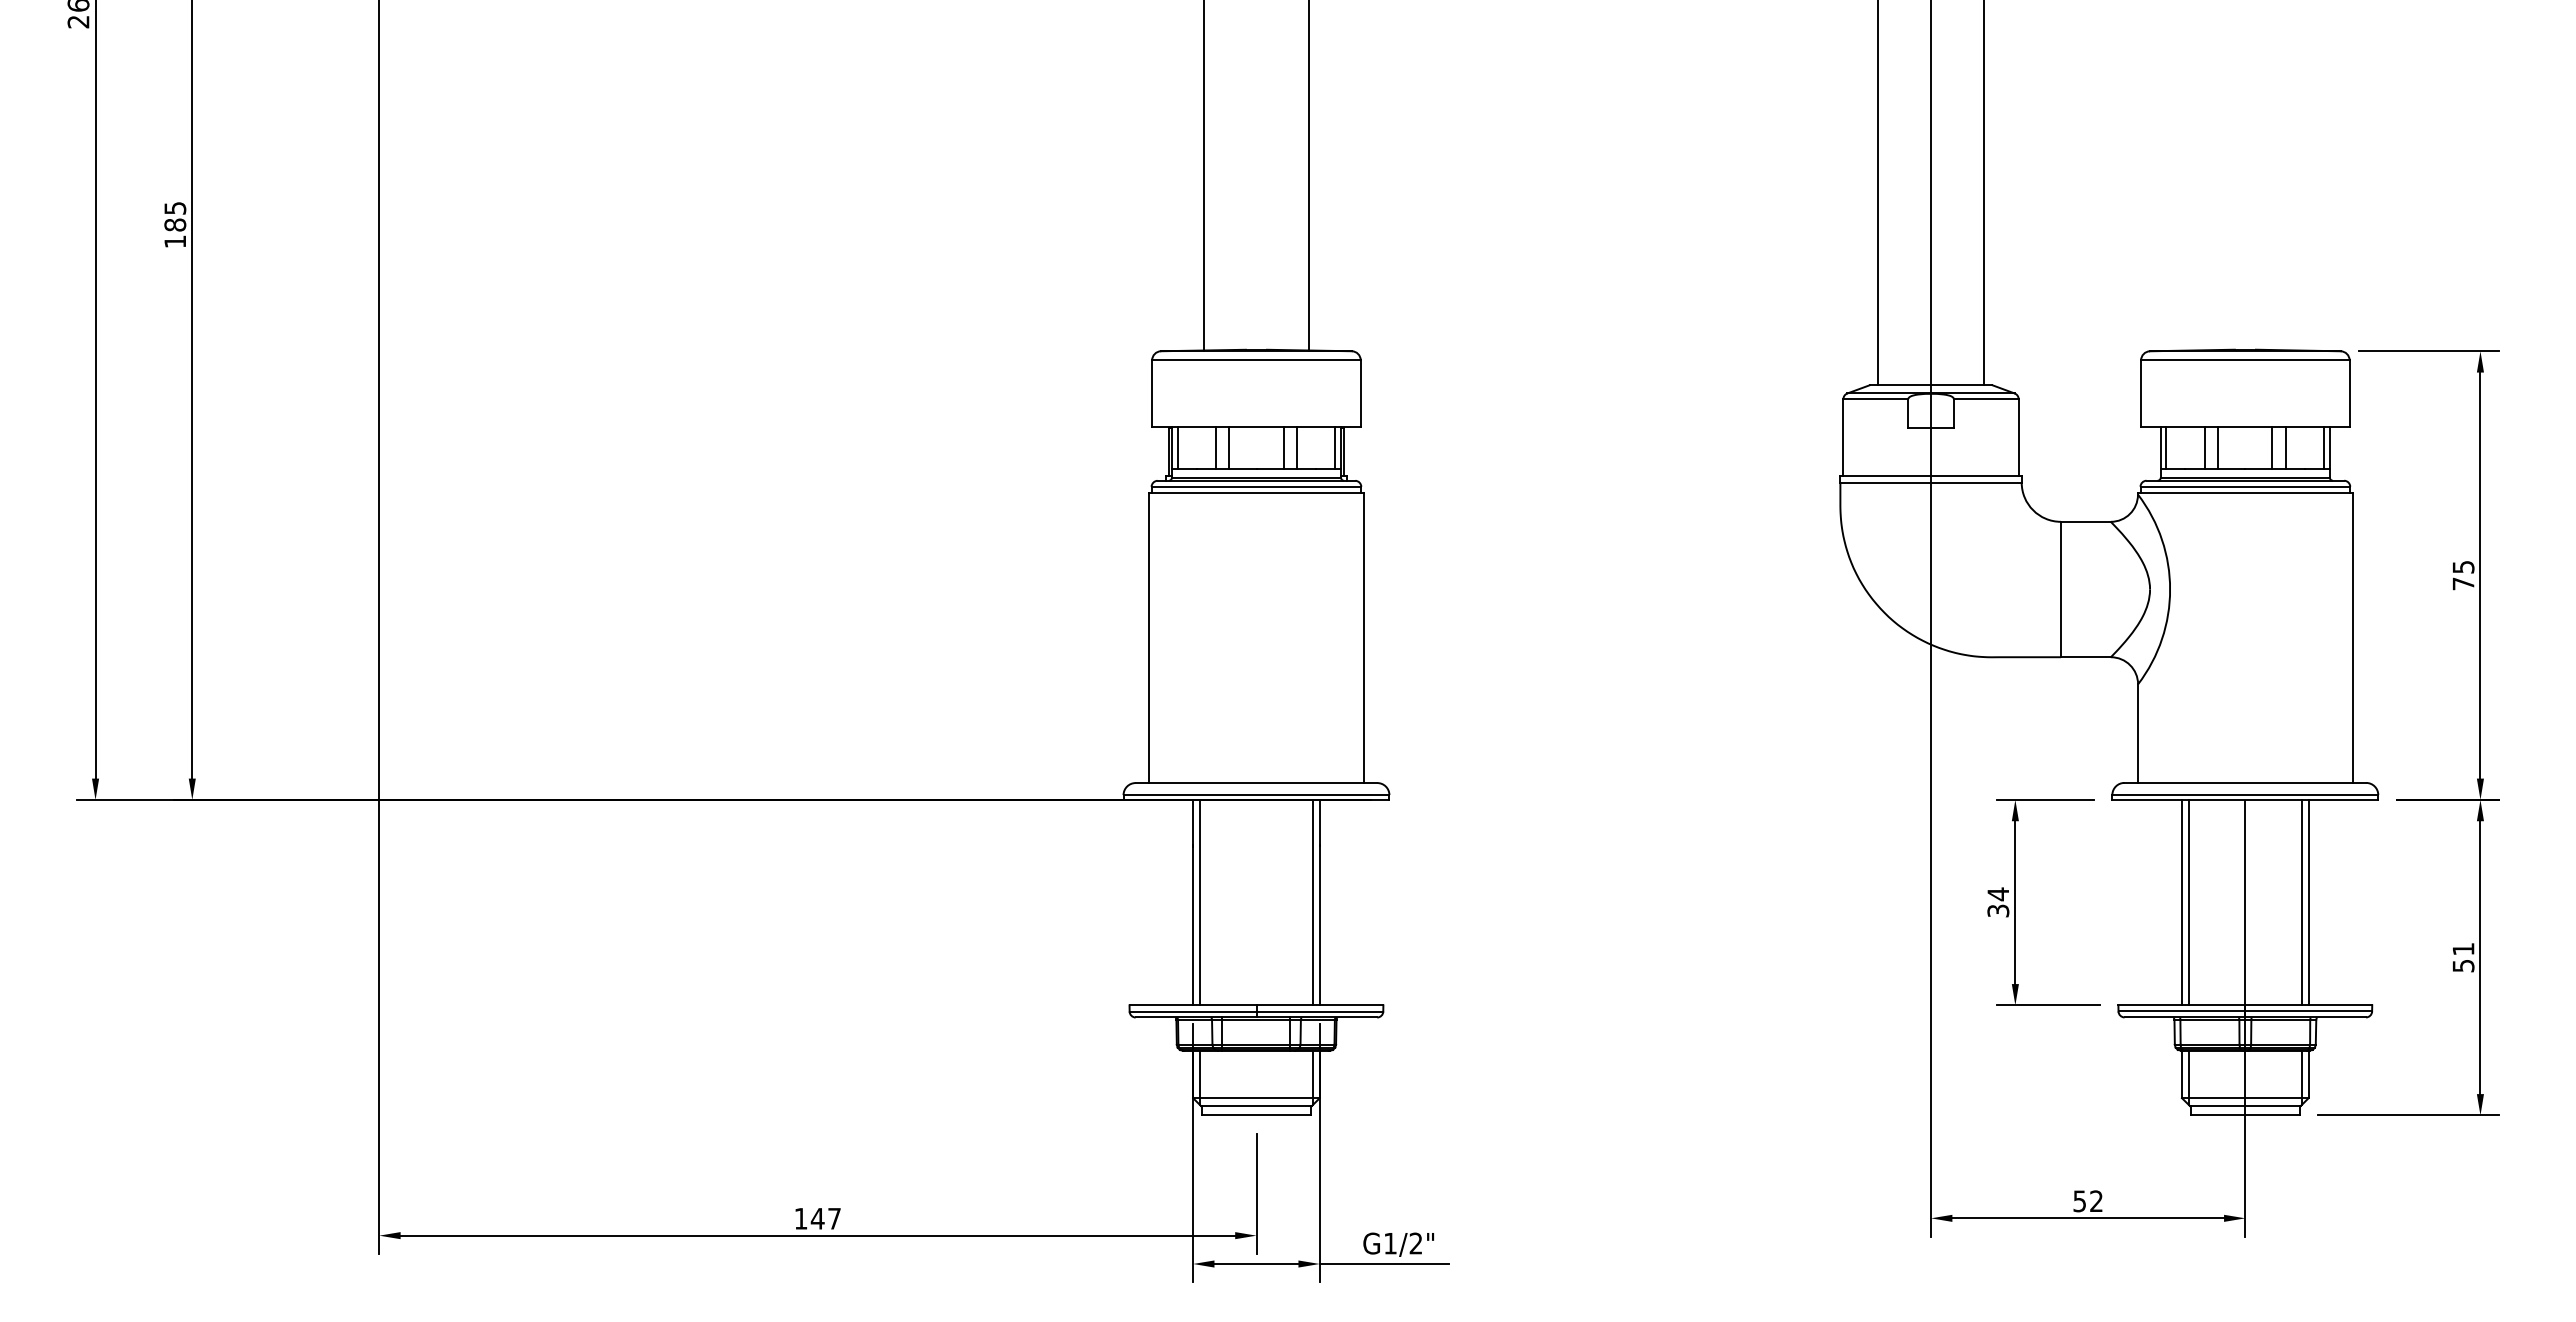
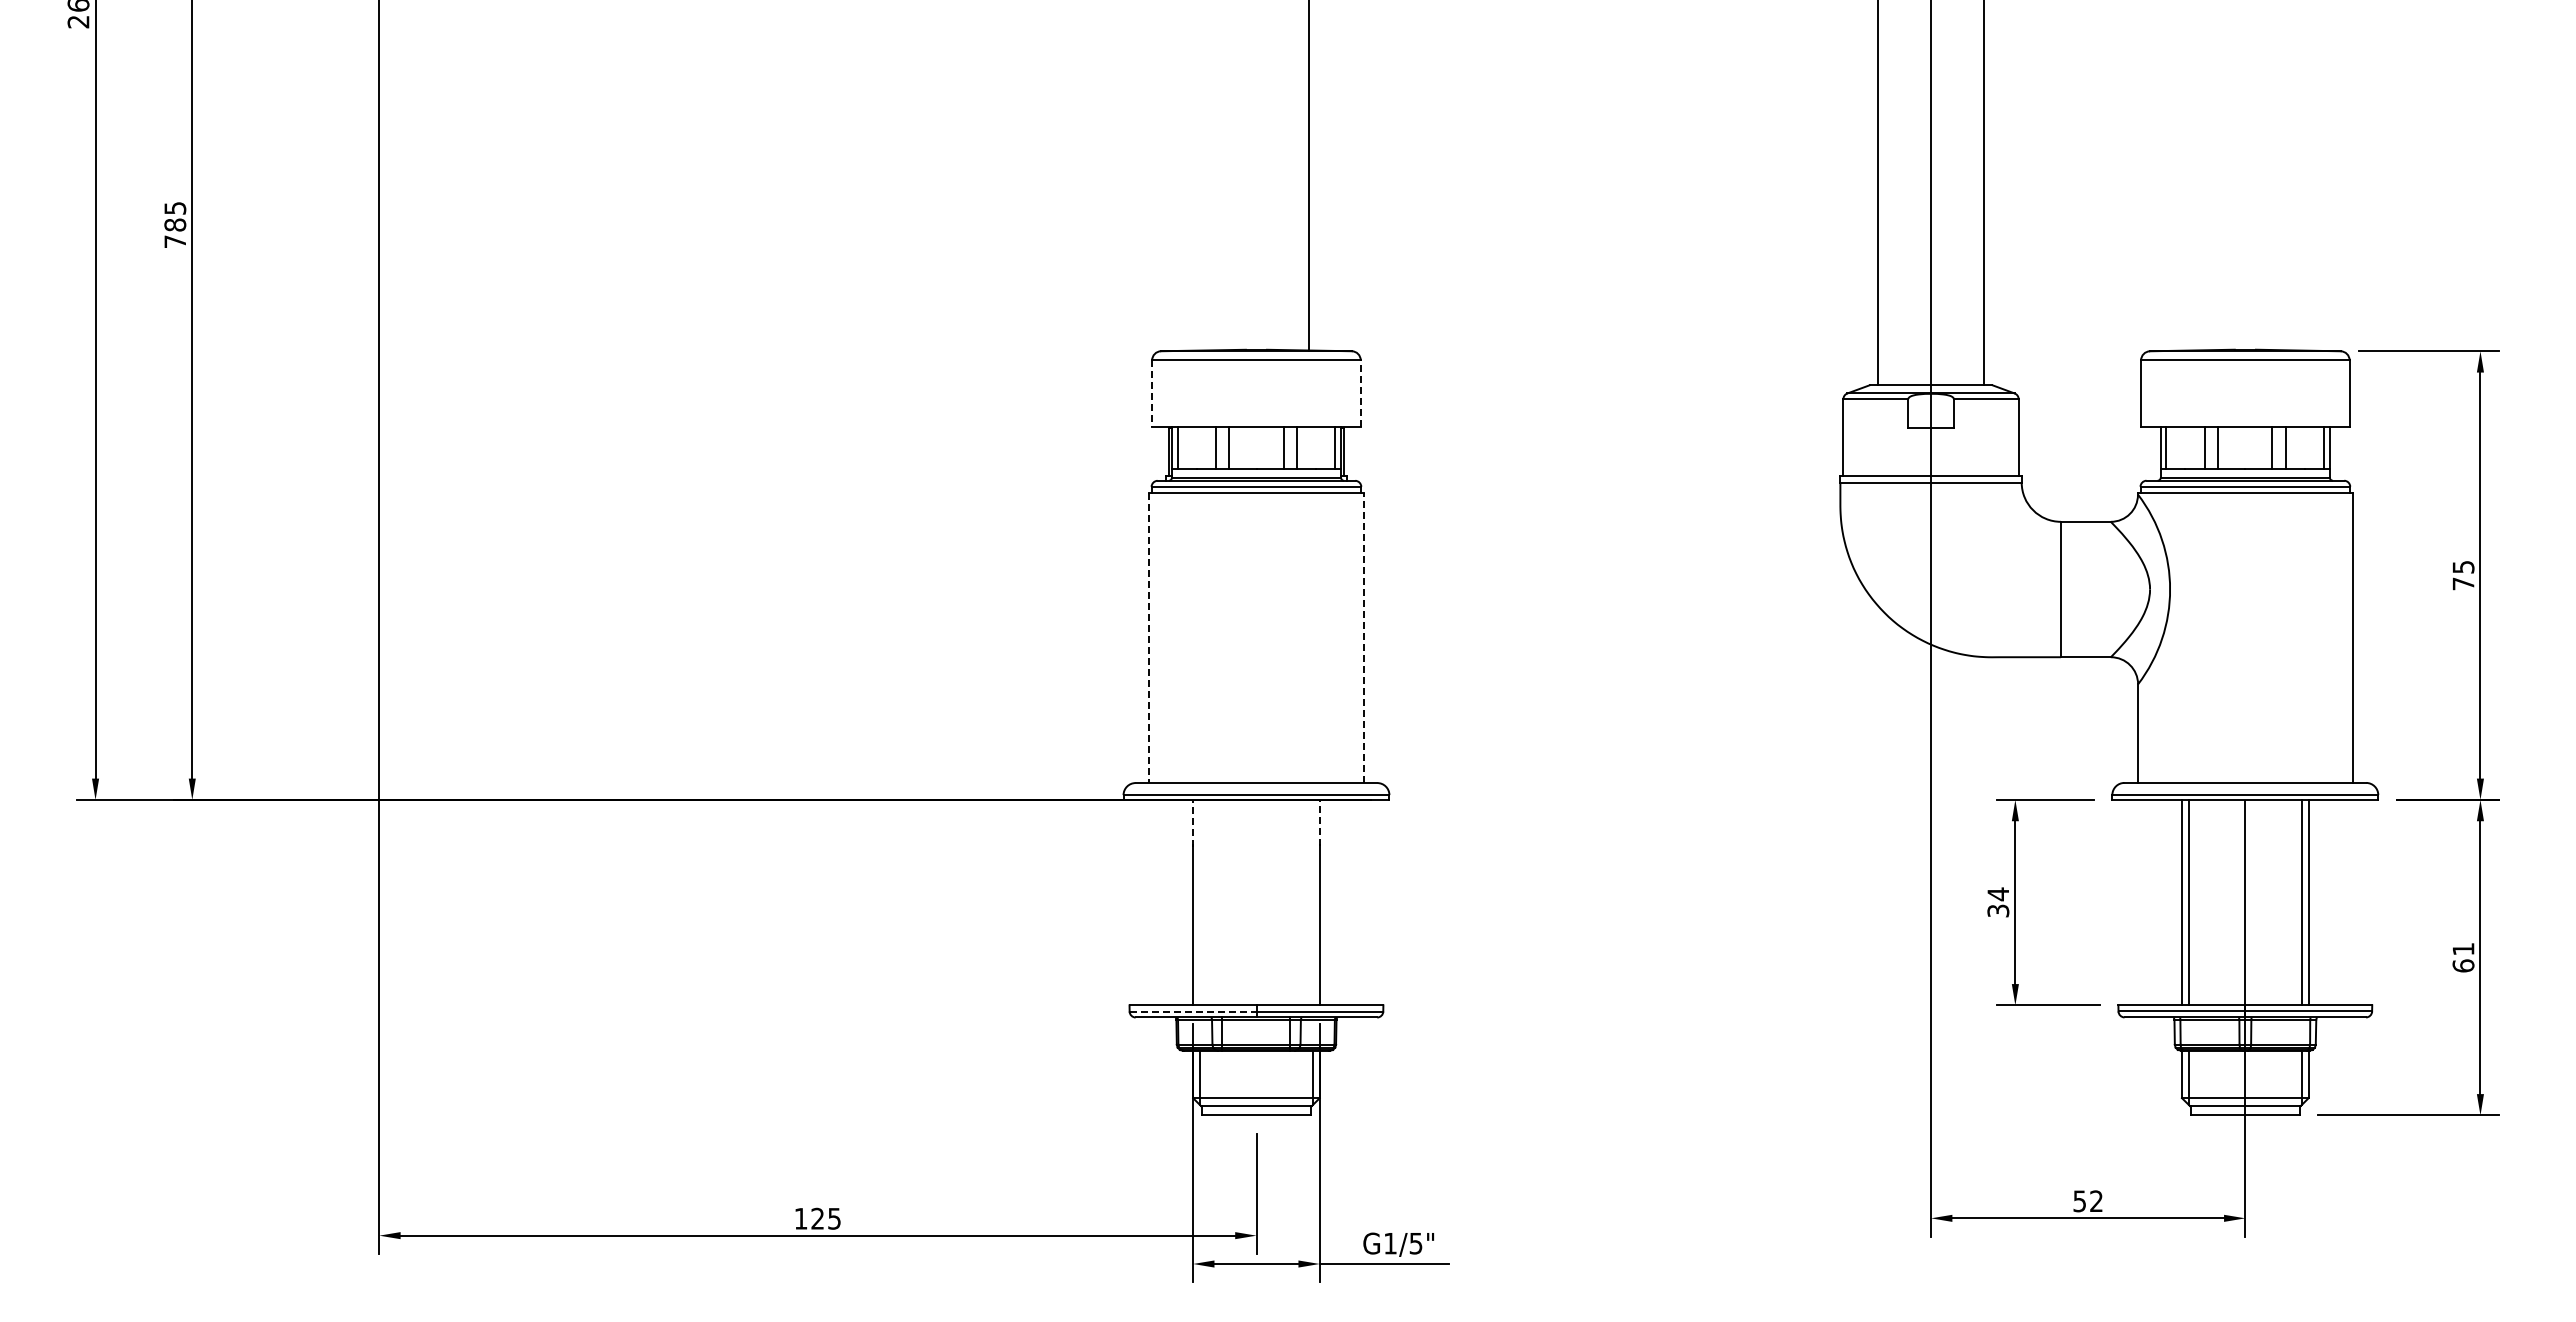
line at (1203, 176): present -> none
text at (174, 241): 185 -> 785
line at (1360, 393): solid -> dashed
line at (1152, 394): solid -> dashed
line at (1363, 637): solid -> dashed
line at (1149, 638): solid -> dashed
line at (1319, 822): solid -> dashed
line at (1193, 823): solid -> dashed
line at (1200, 902): present -> none
line at (1312, 902): present -> none
text at (2463, 965): 51 -> 61
line at (1193, 1011): solid -> dashed
text at (825, 1218): 147 -> 125
text at (1415, 1243): G1/2" -> G1/5"
